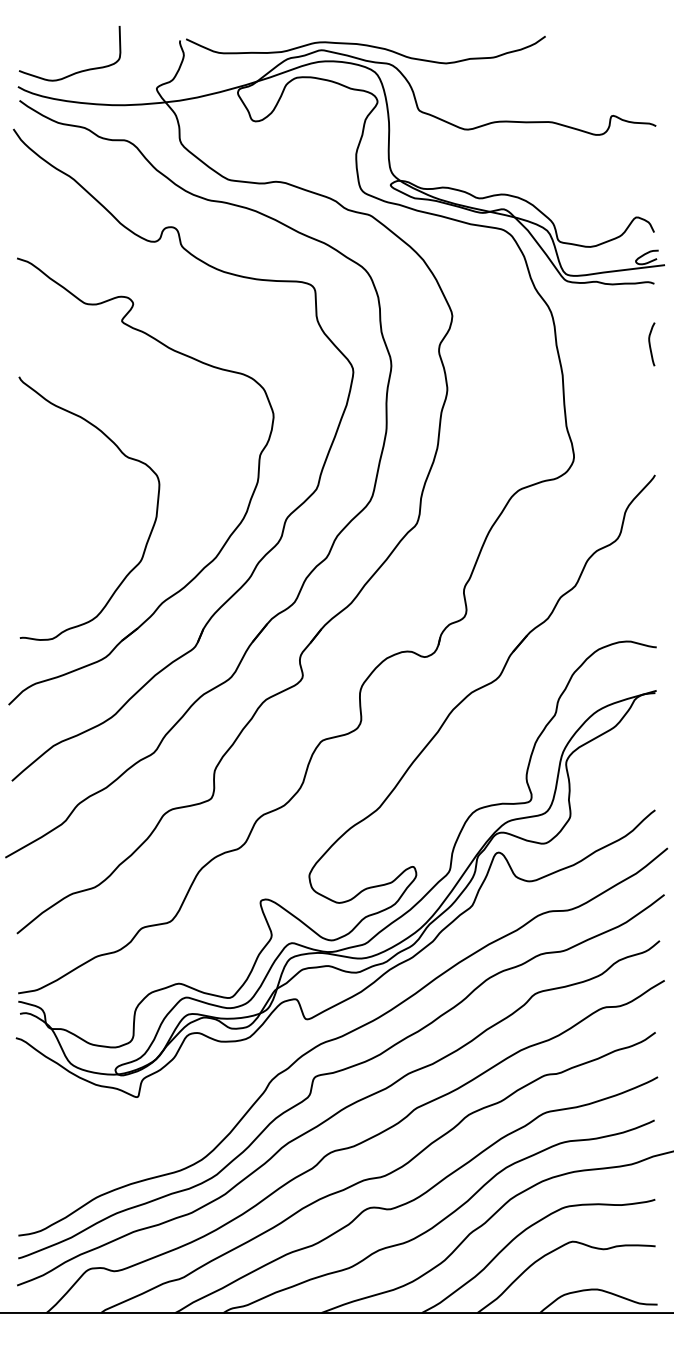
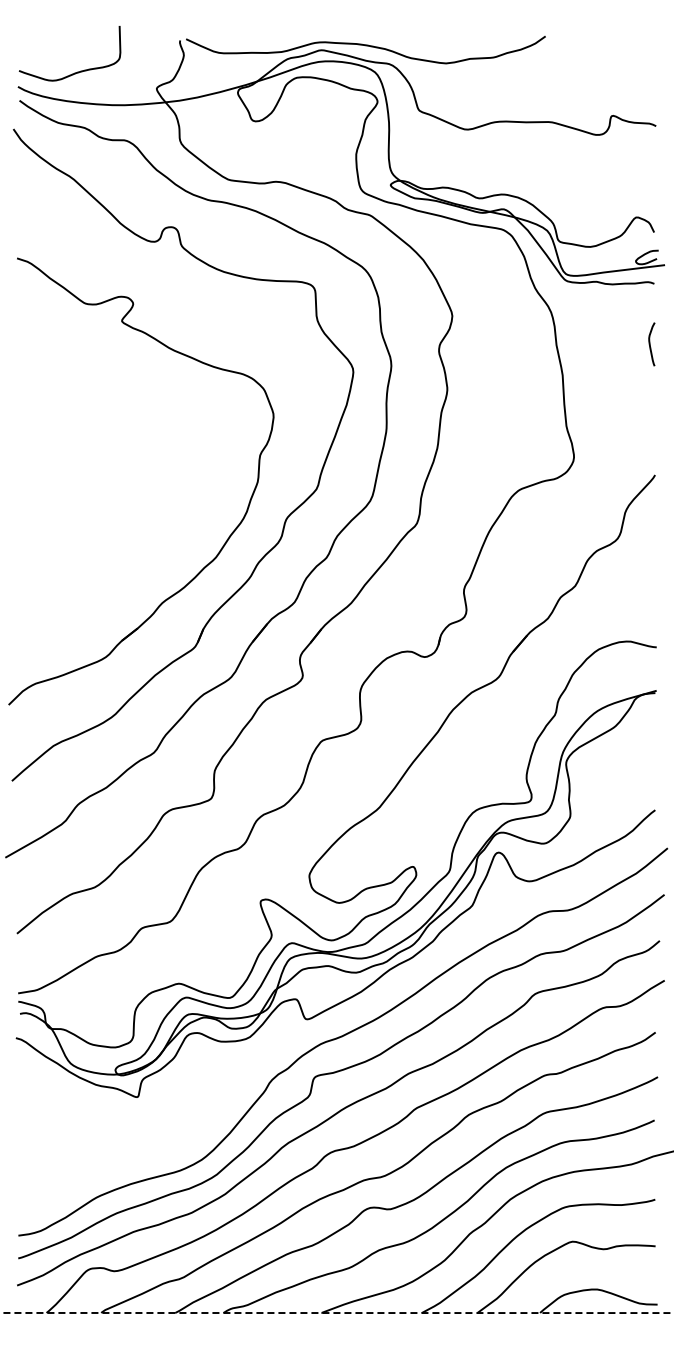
curve at (124, 456): present -> none
line at (336, 1313): solid -> dashed
